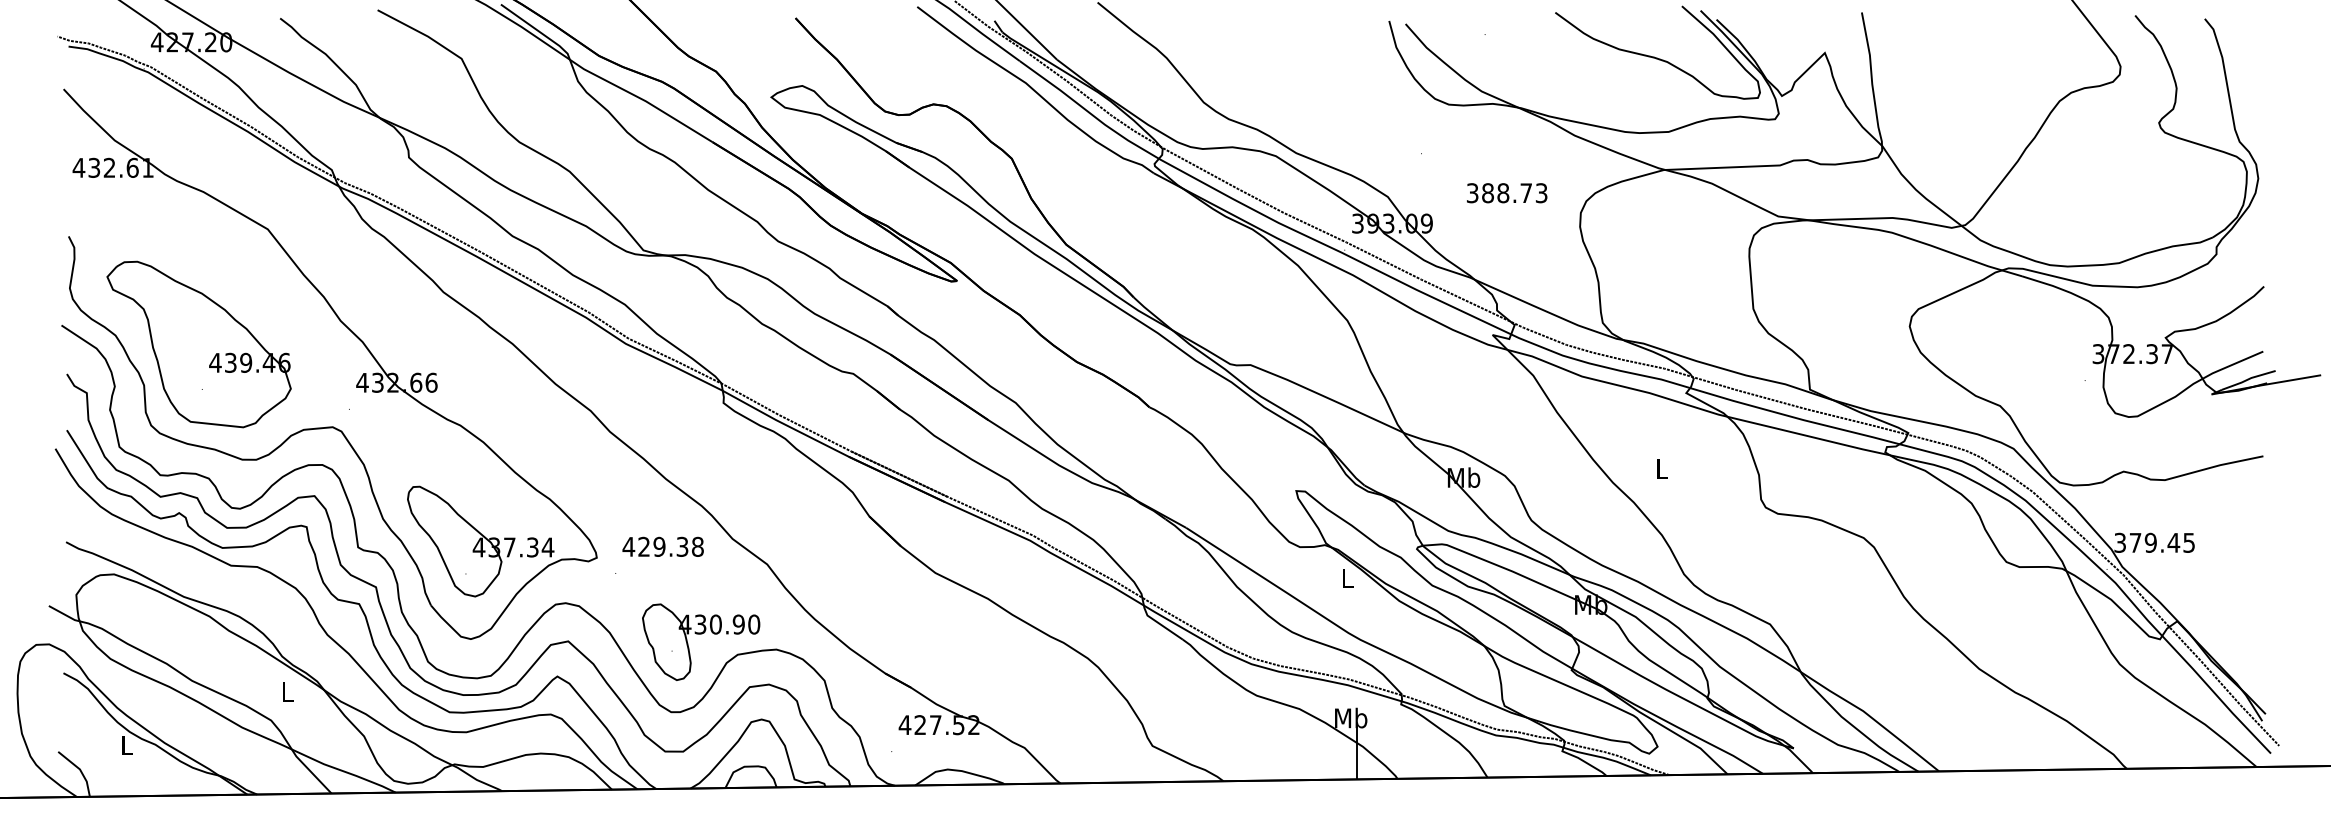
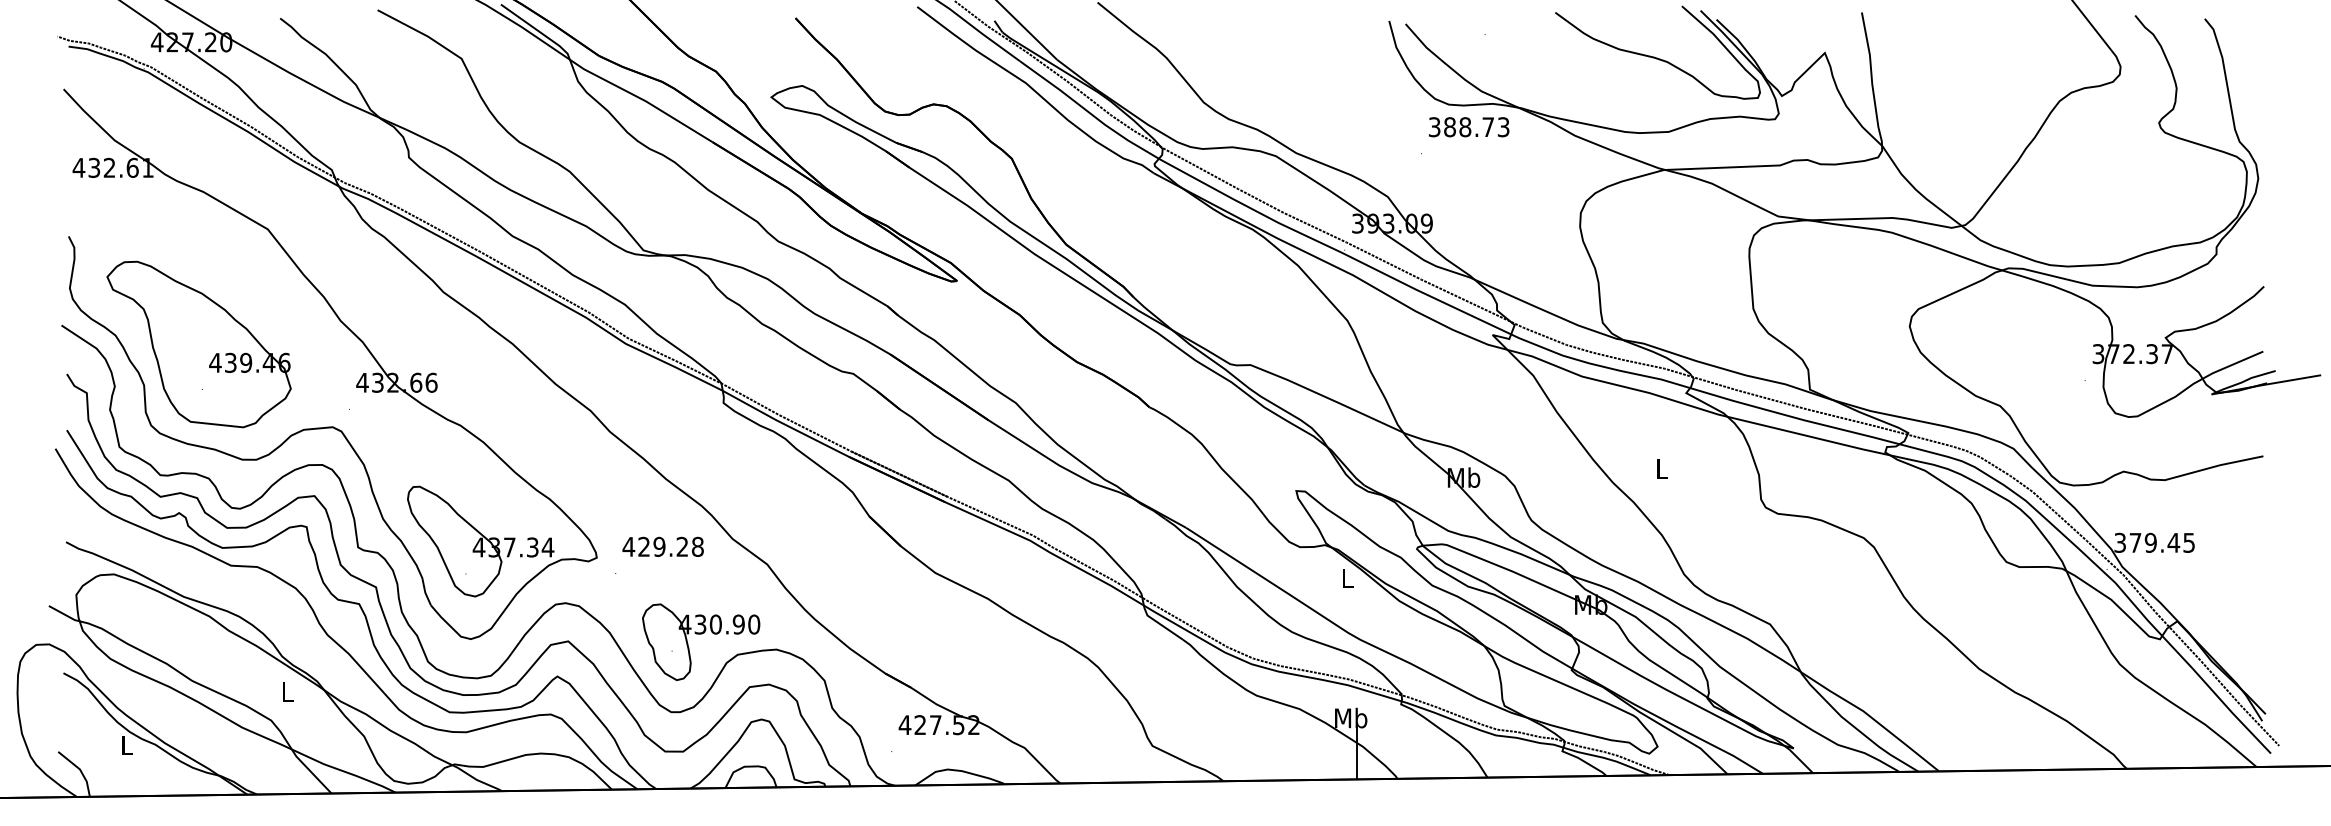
text at (1507, 193) position: (1507, 193) -> (1469, 127)
text at (682, 546): 429.38 -> 429.28
